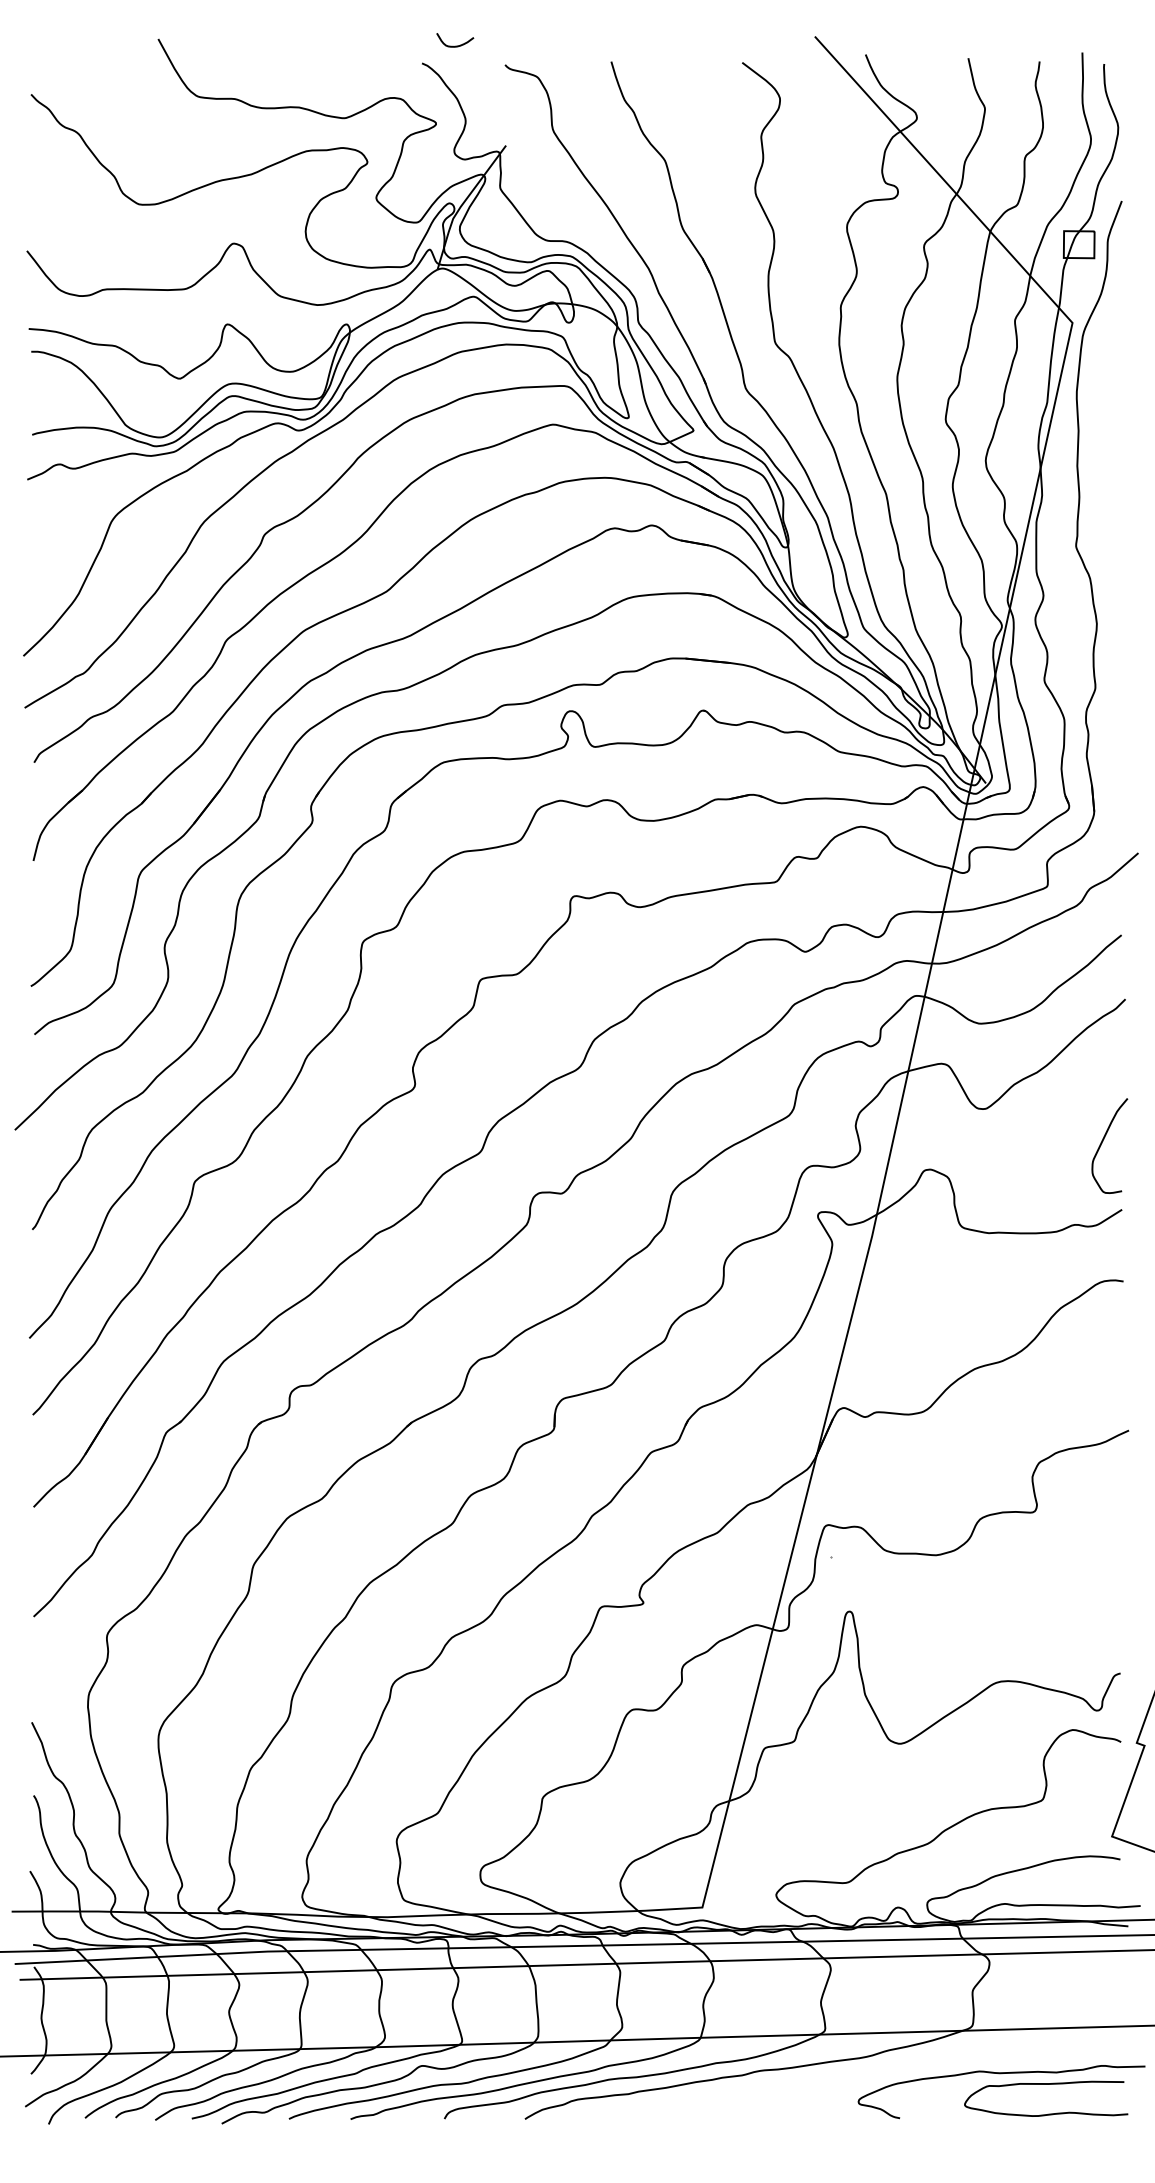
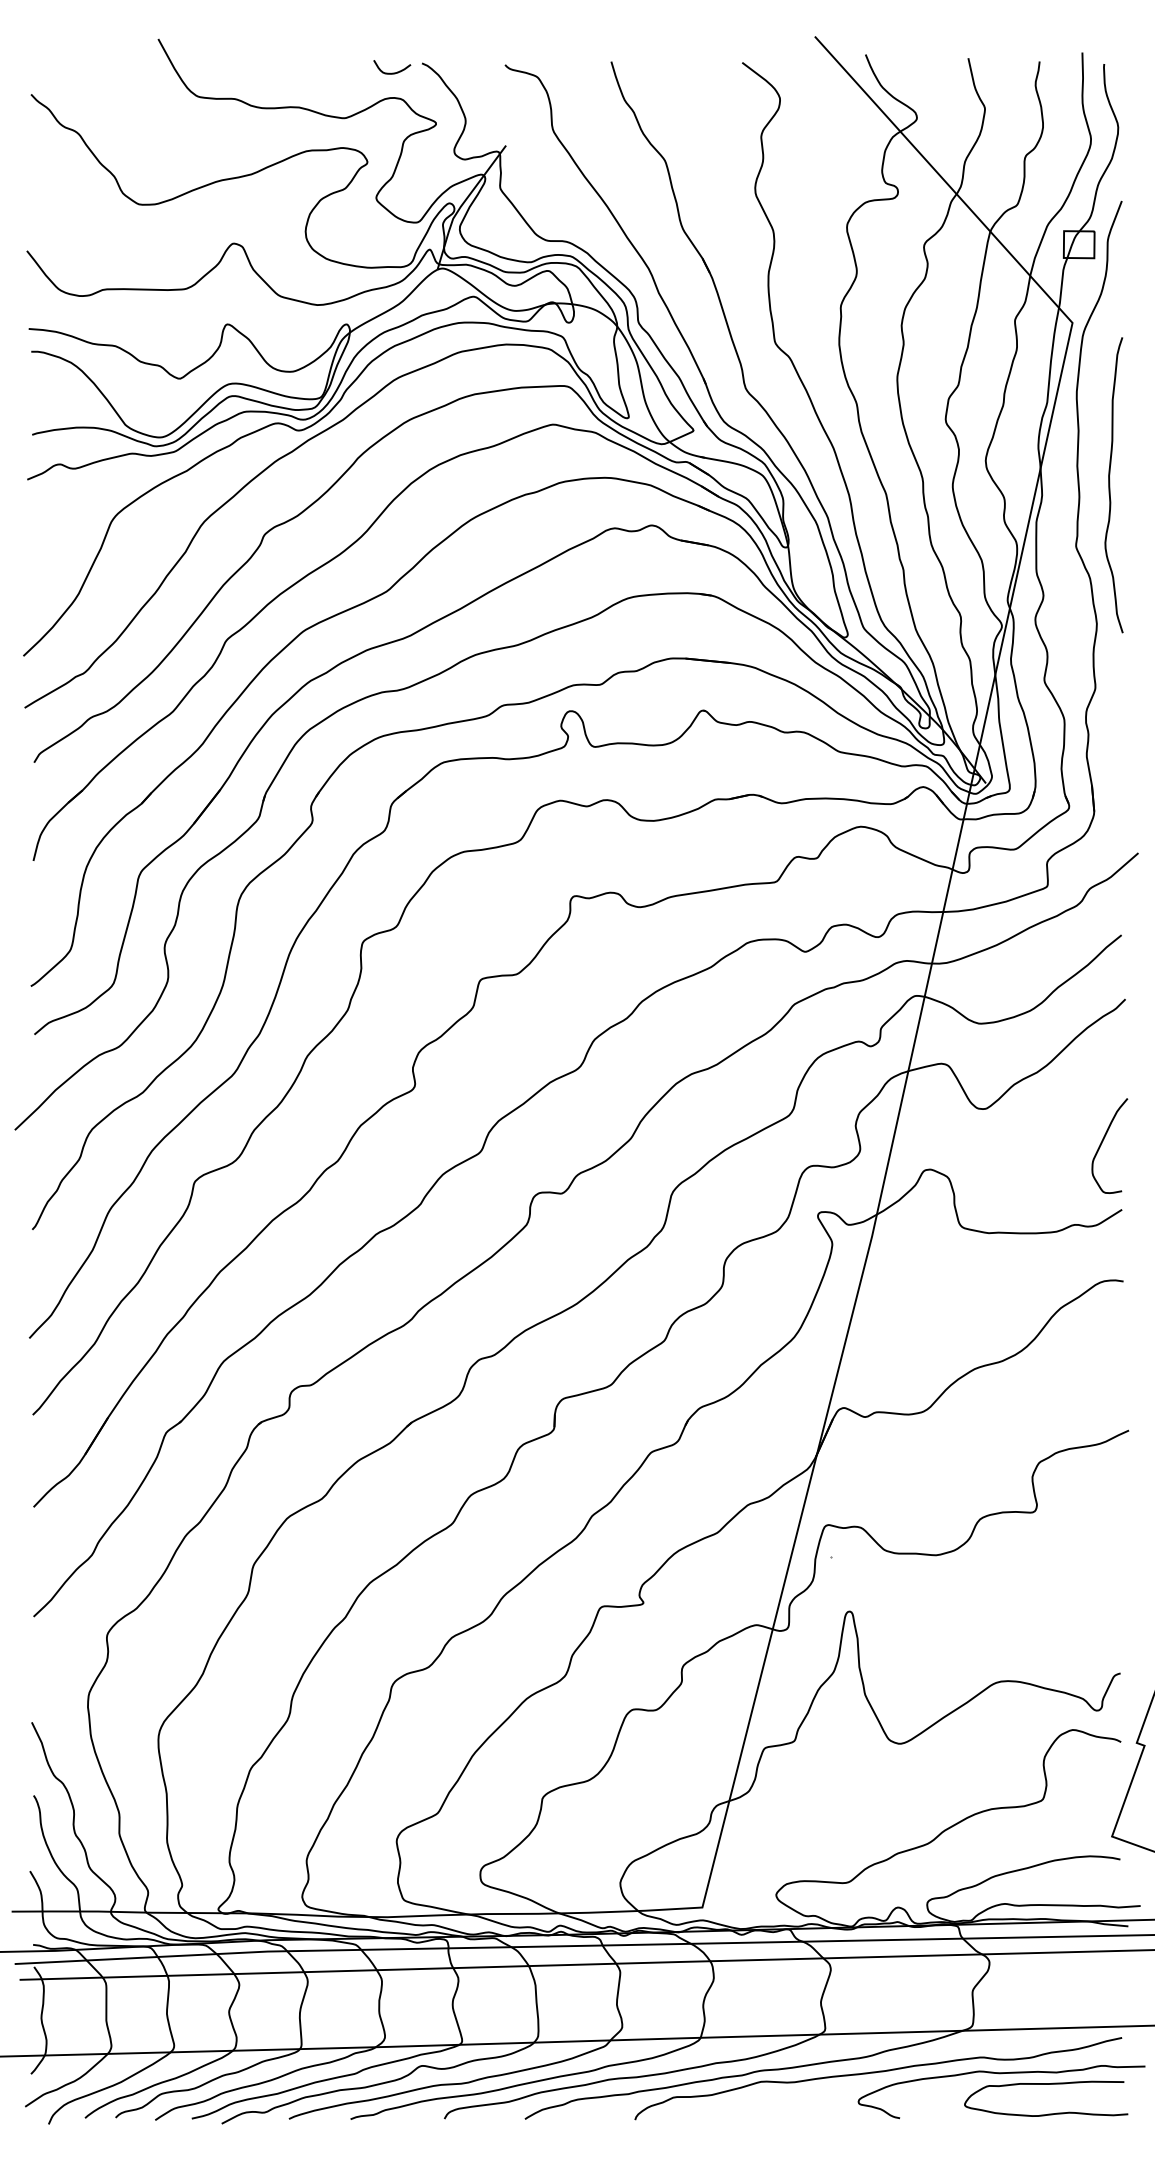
curve at (455, 45) position: (455, 45) -> (392, 72)
curve at (1110, 485): none -> present
curve at (875, 2073): none -> present
